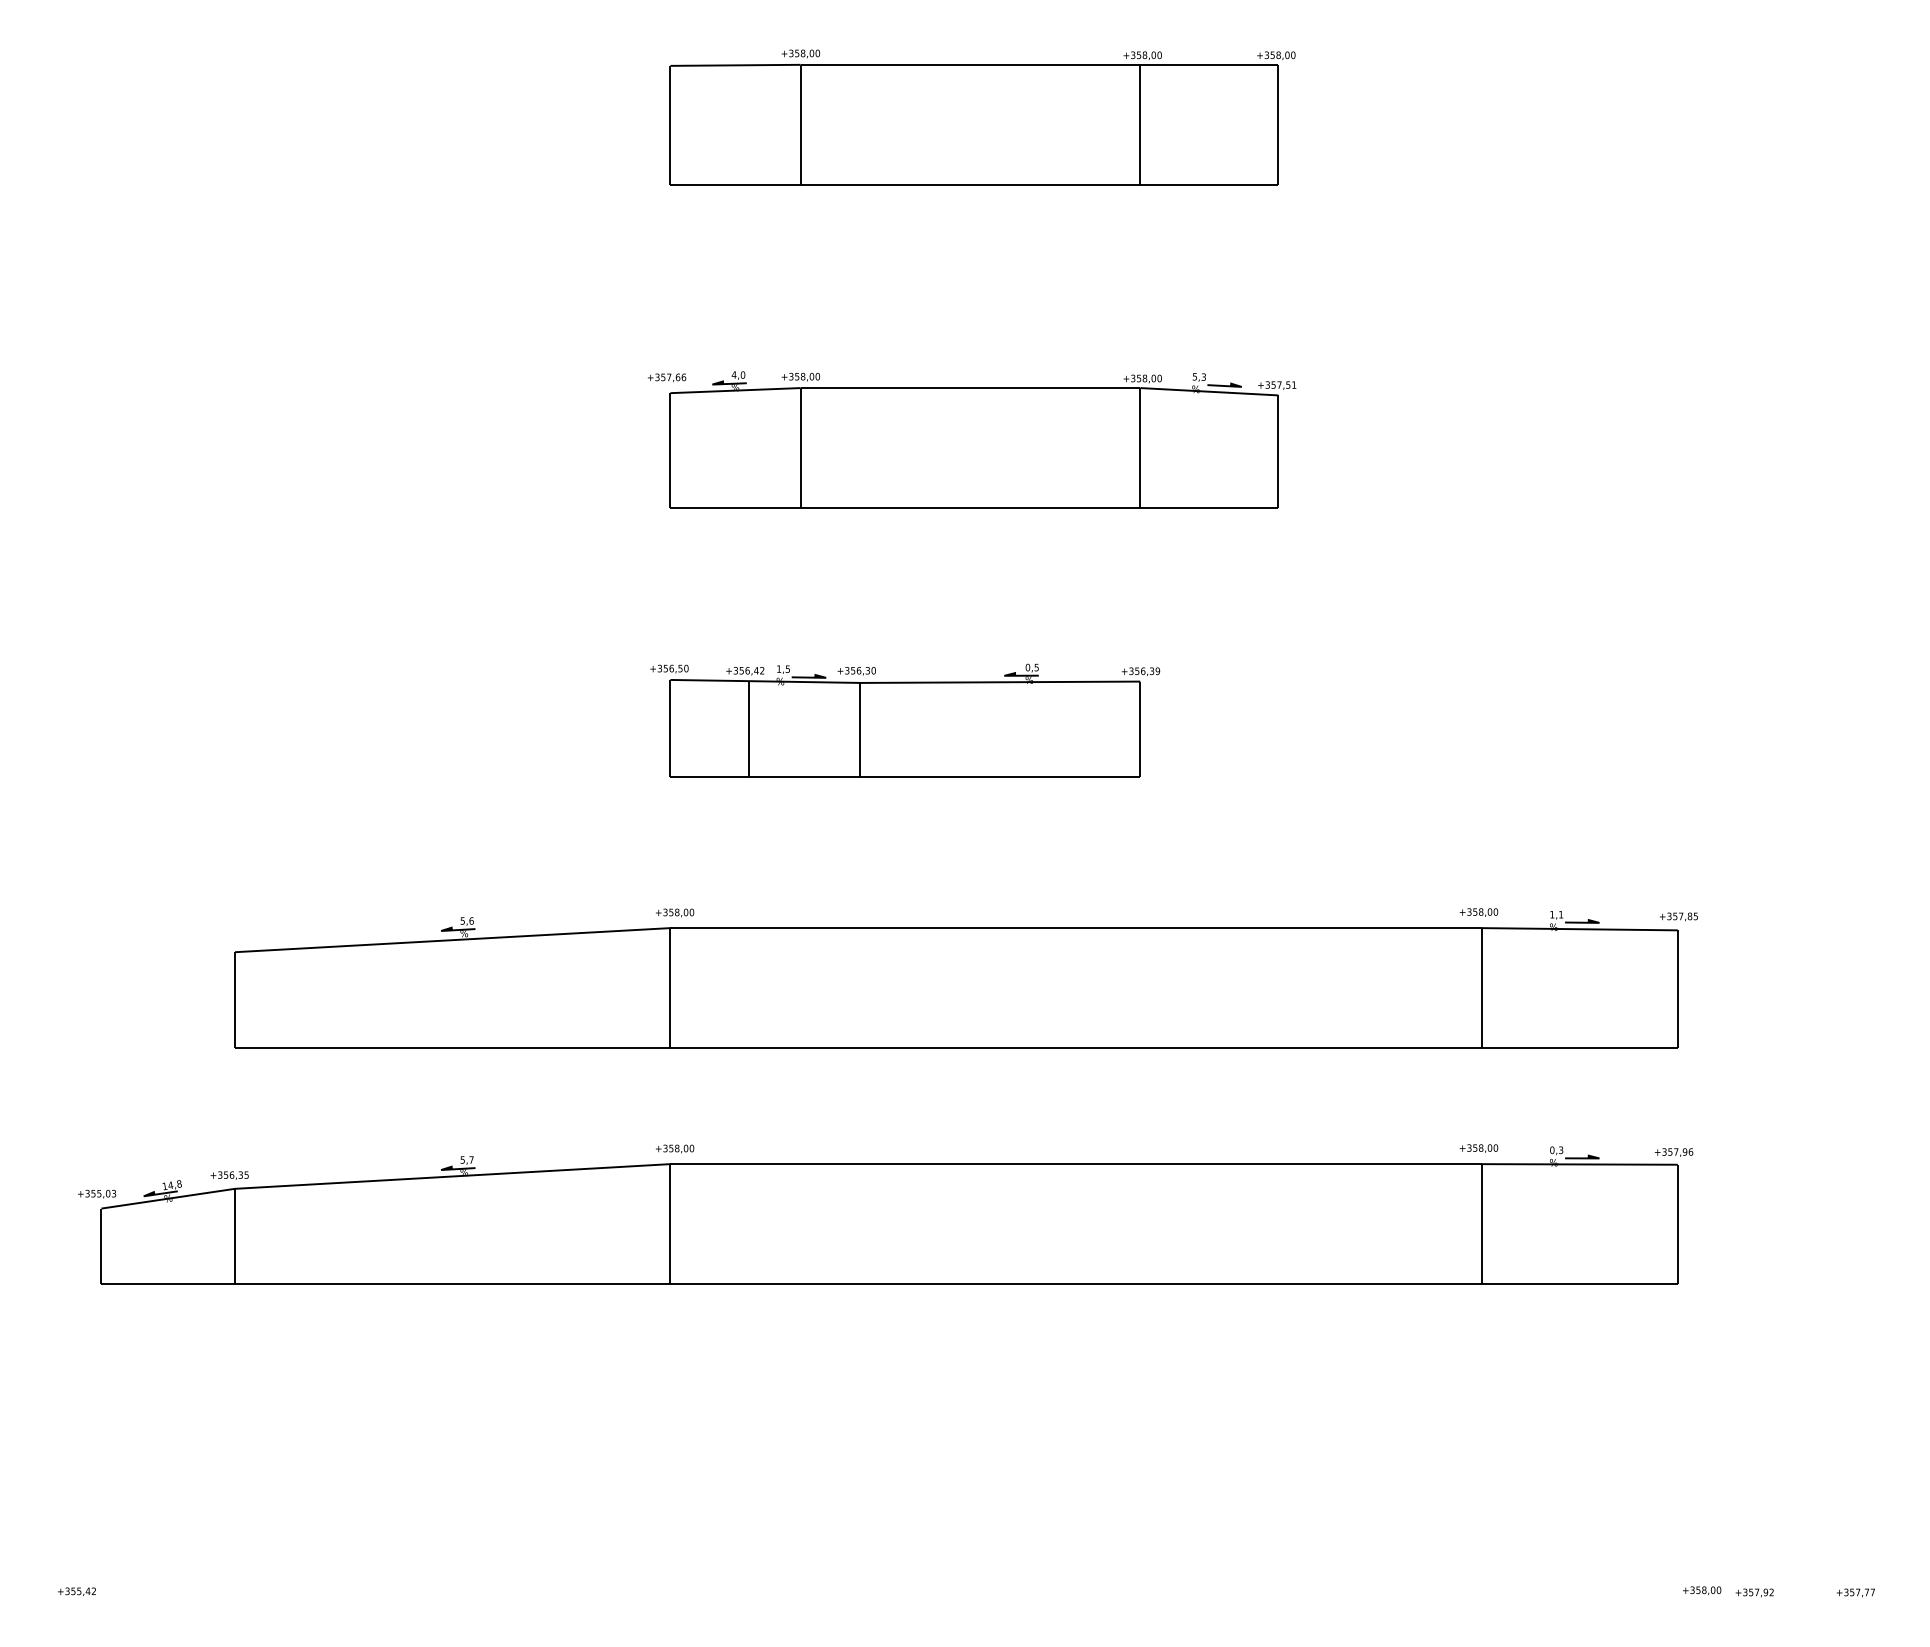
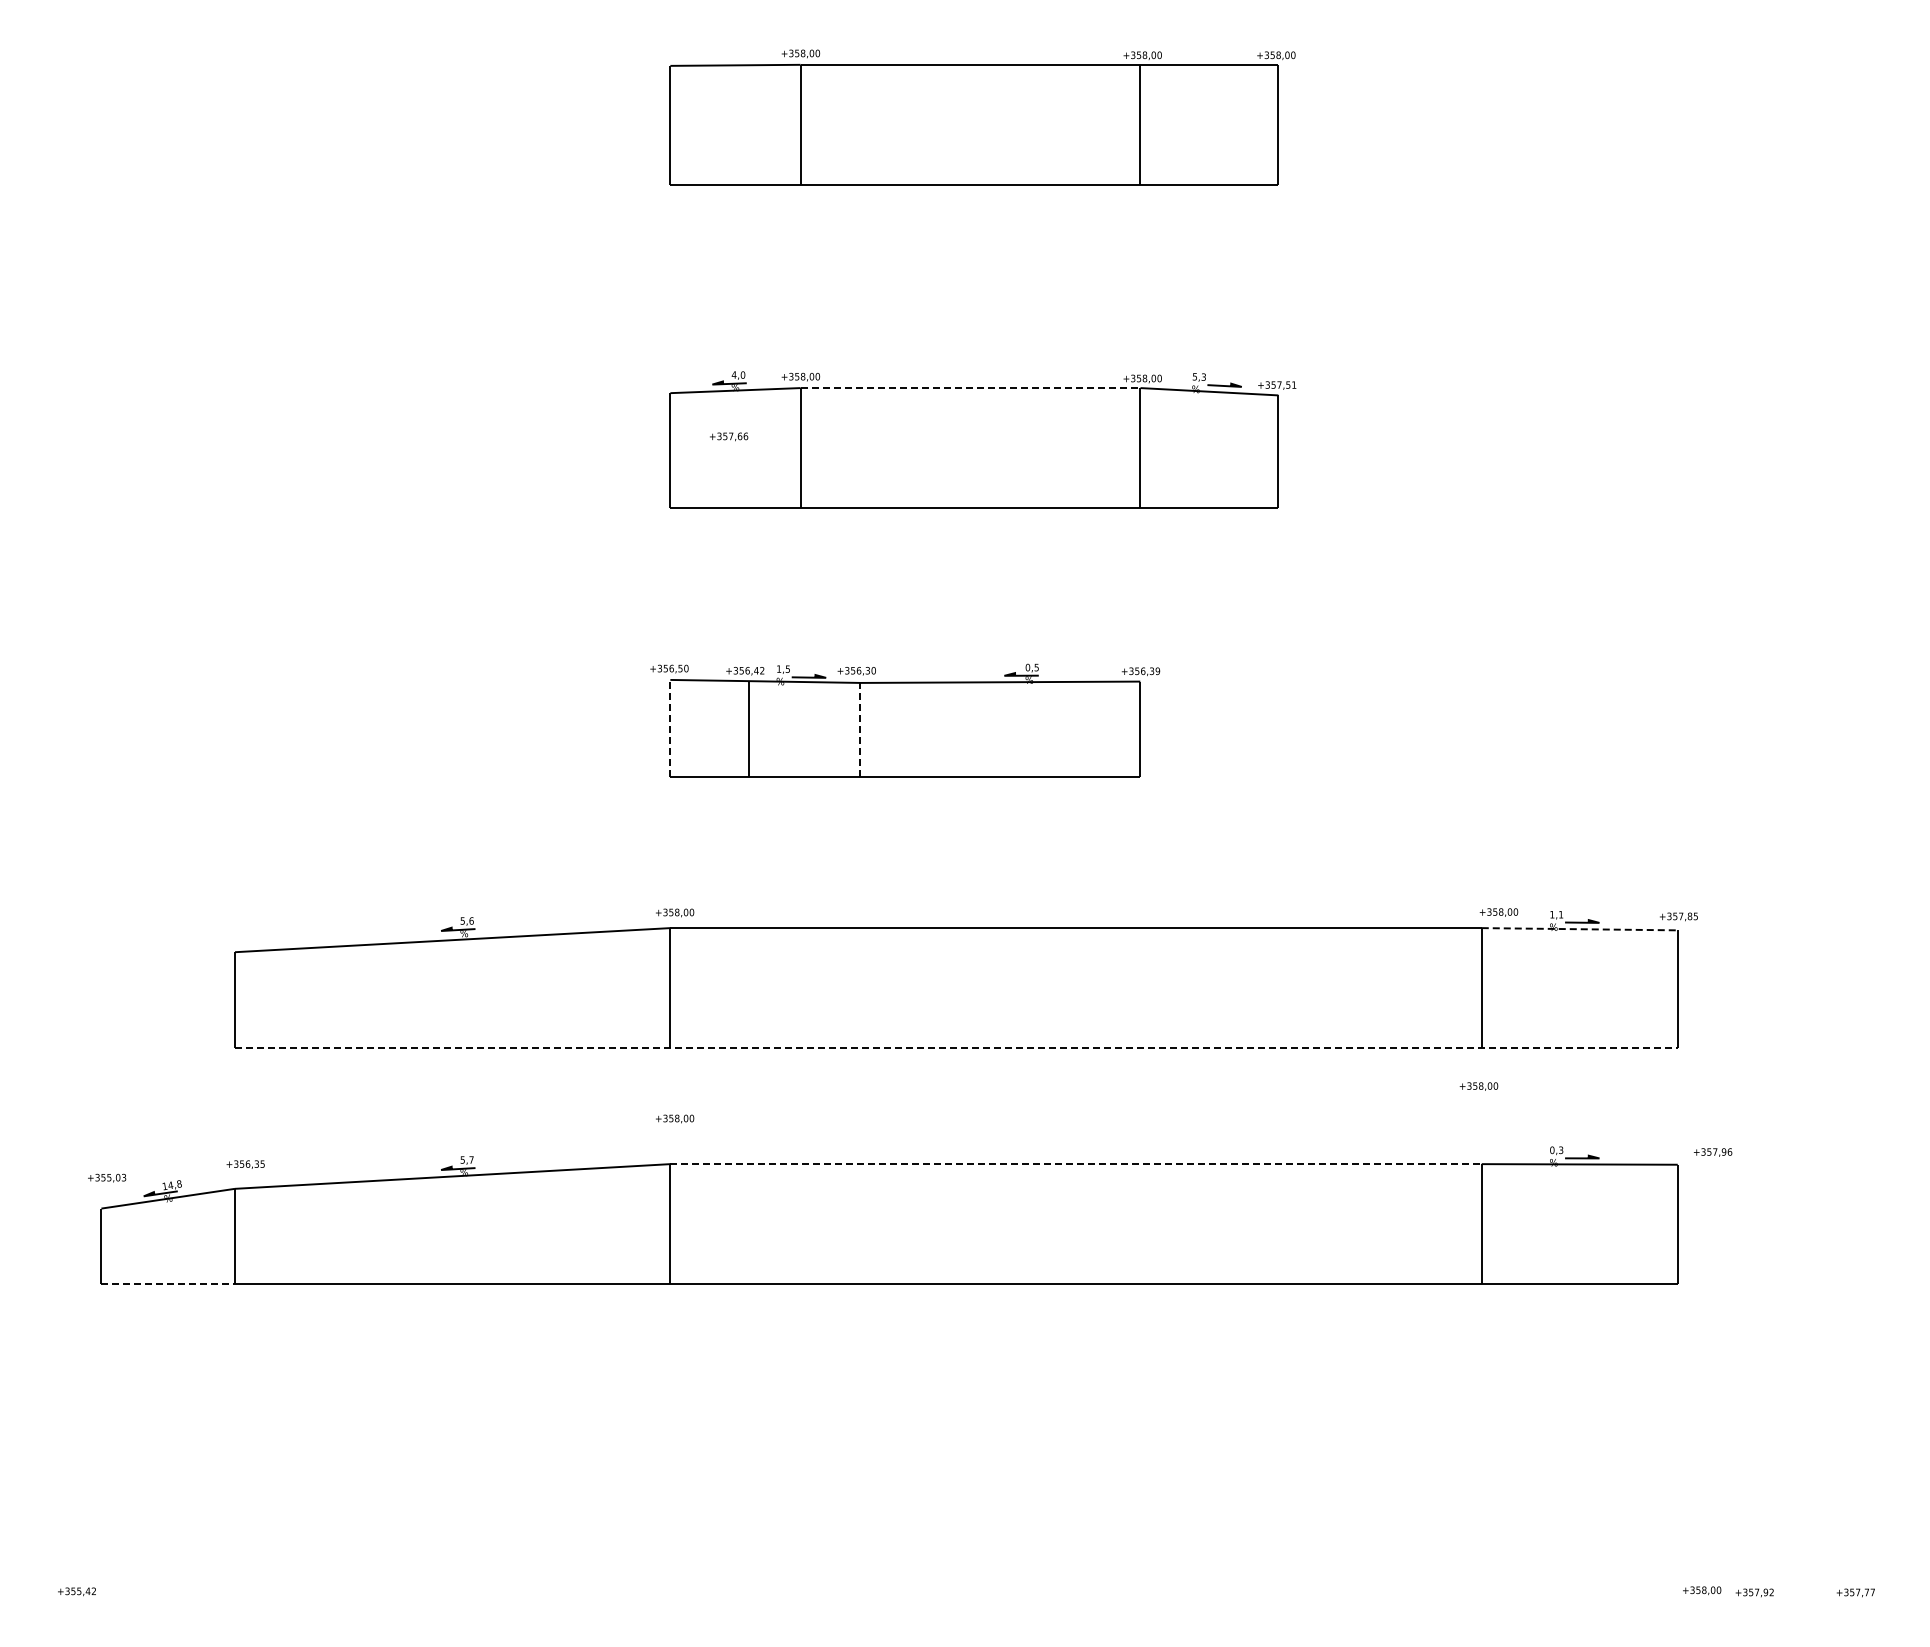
text at (667, 377) position: (667, 377) -> (729, 436)
line at (970, 388): solid -> dashed
line at (670, 728): solid -> dashed
line at (860, 729): solid -> dashed
text at (1478, 912) position: (1478, 912) -> (1498, 912)
line at (1580, 929): solid -> dashed
line at (956, 1047): solid -> dashed
text at (675, 1148) position: (675, 1148) -> (675, 1118)
text at (1478, 1148) position: (1478, 1148) -> (1478, 1086)
text at (1674, 1152) position: (1674, 1152) -> (1713, 1152)
line at (1076, 1164): solid -> dashed
text at (229, 1175) position: (229, 1175) -> (245, 1164)
text at (97, 1193) position: (97, 1193) -> (107, 1177)
line at (168, 1283): solid -> dashed
